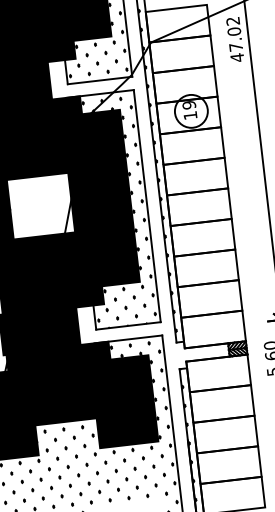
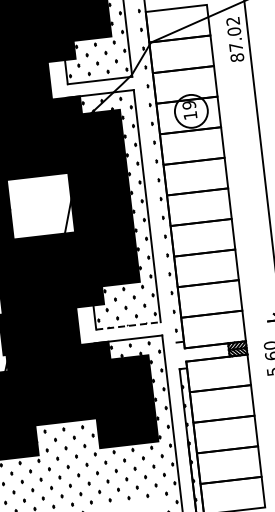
text at (237, 57): 47.02 -> 87.02
line at (156, 172): present -> none
line at (128, 325): solid -> dashed
